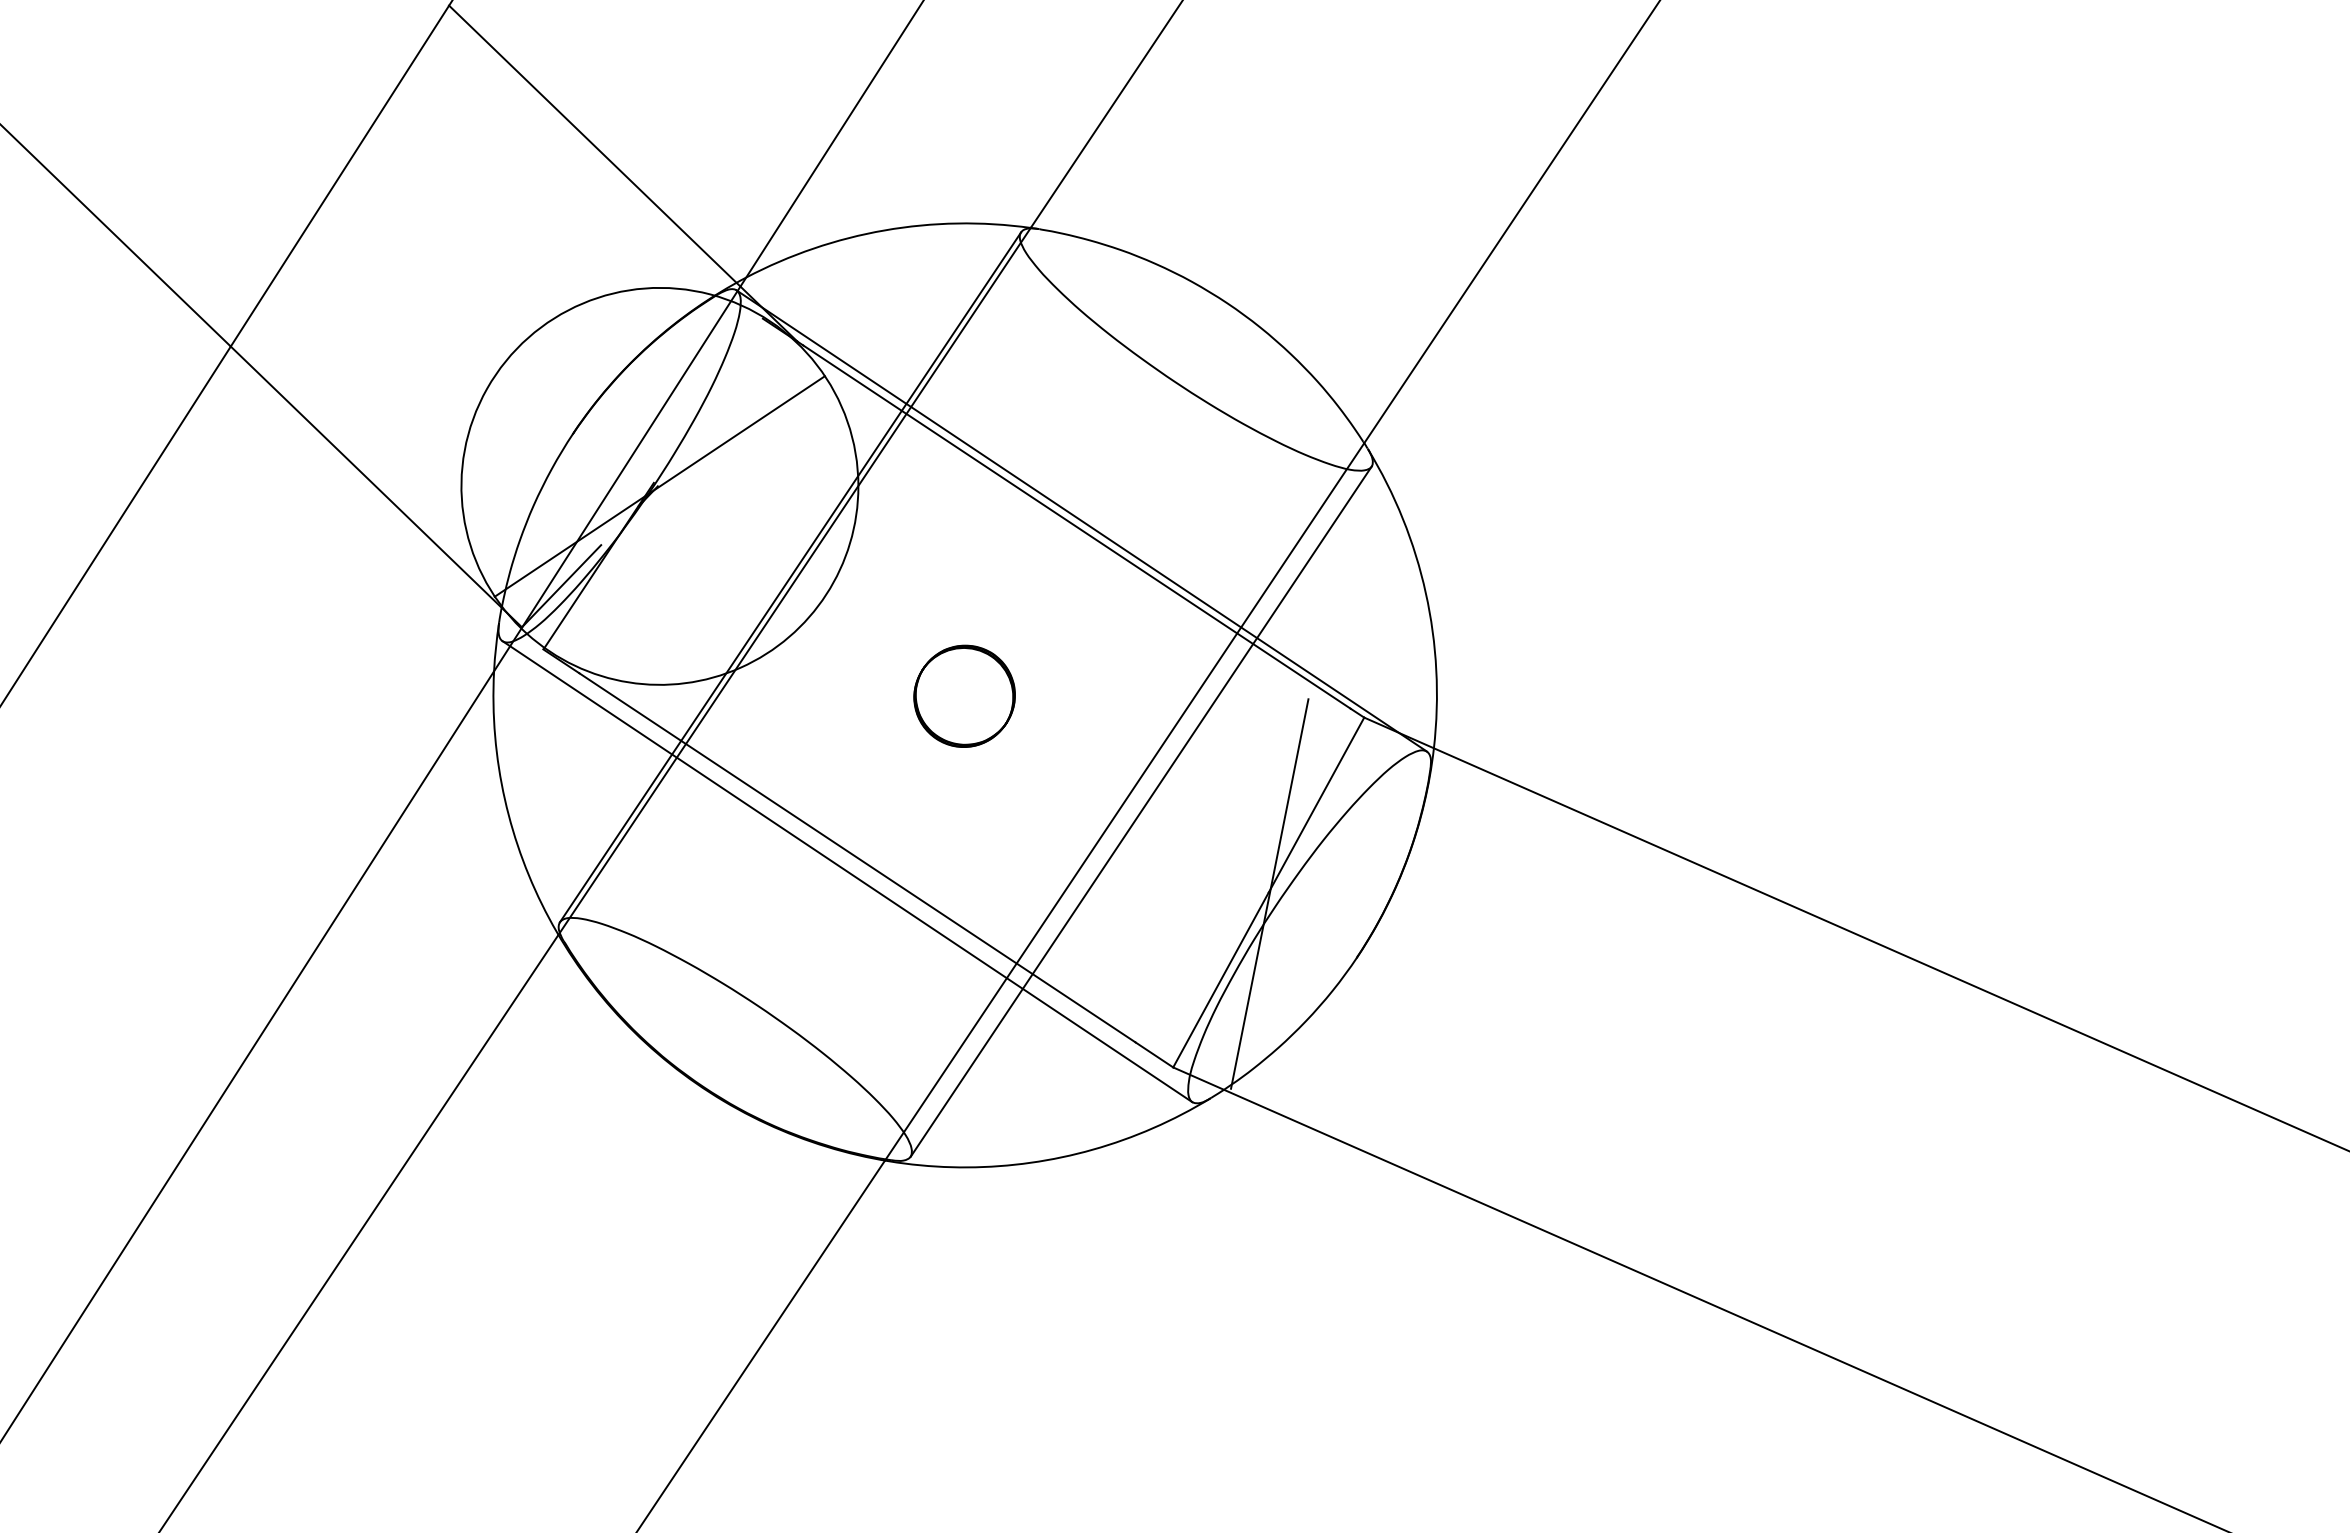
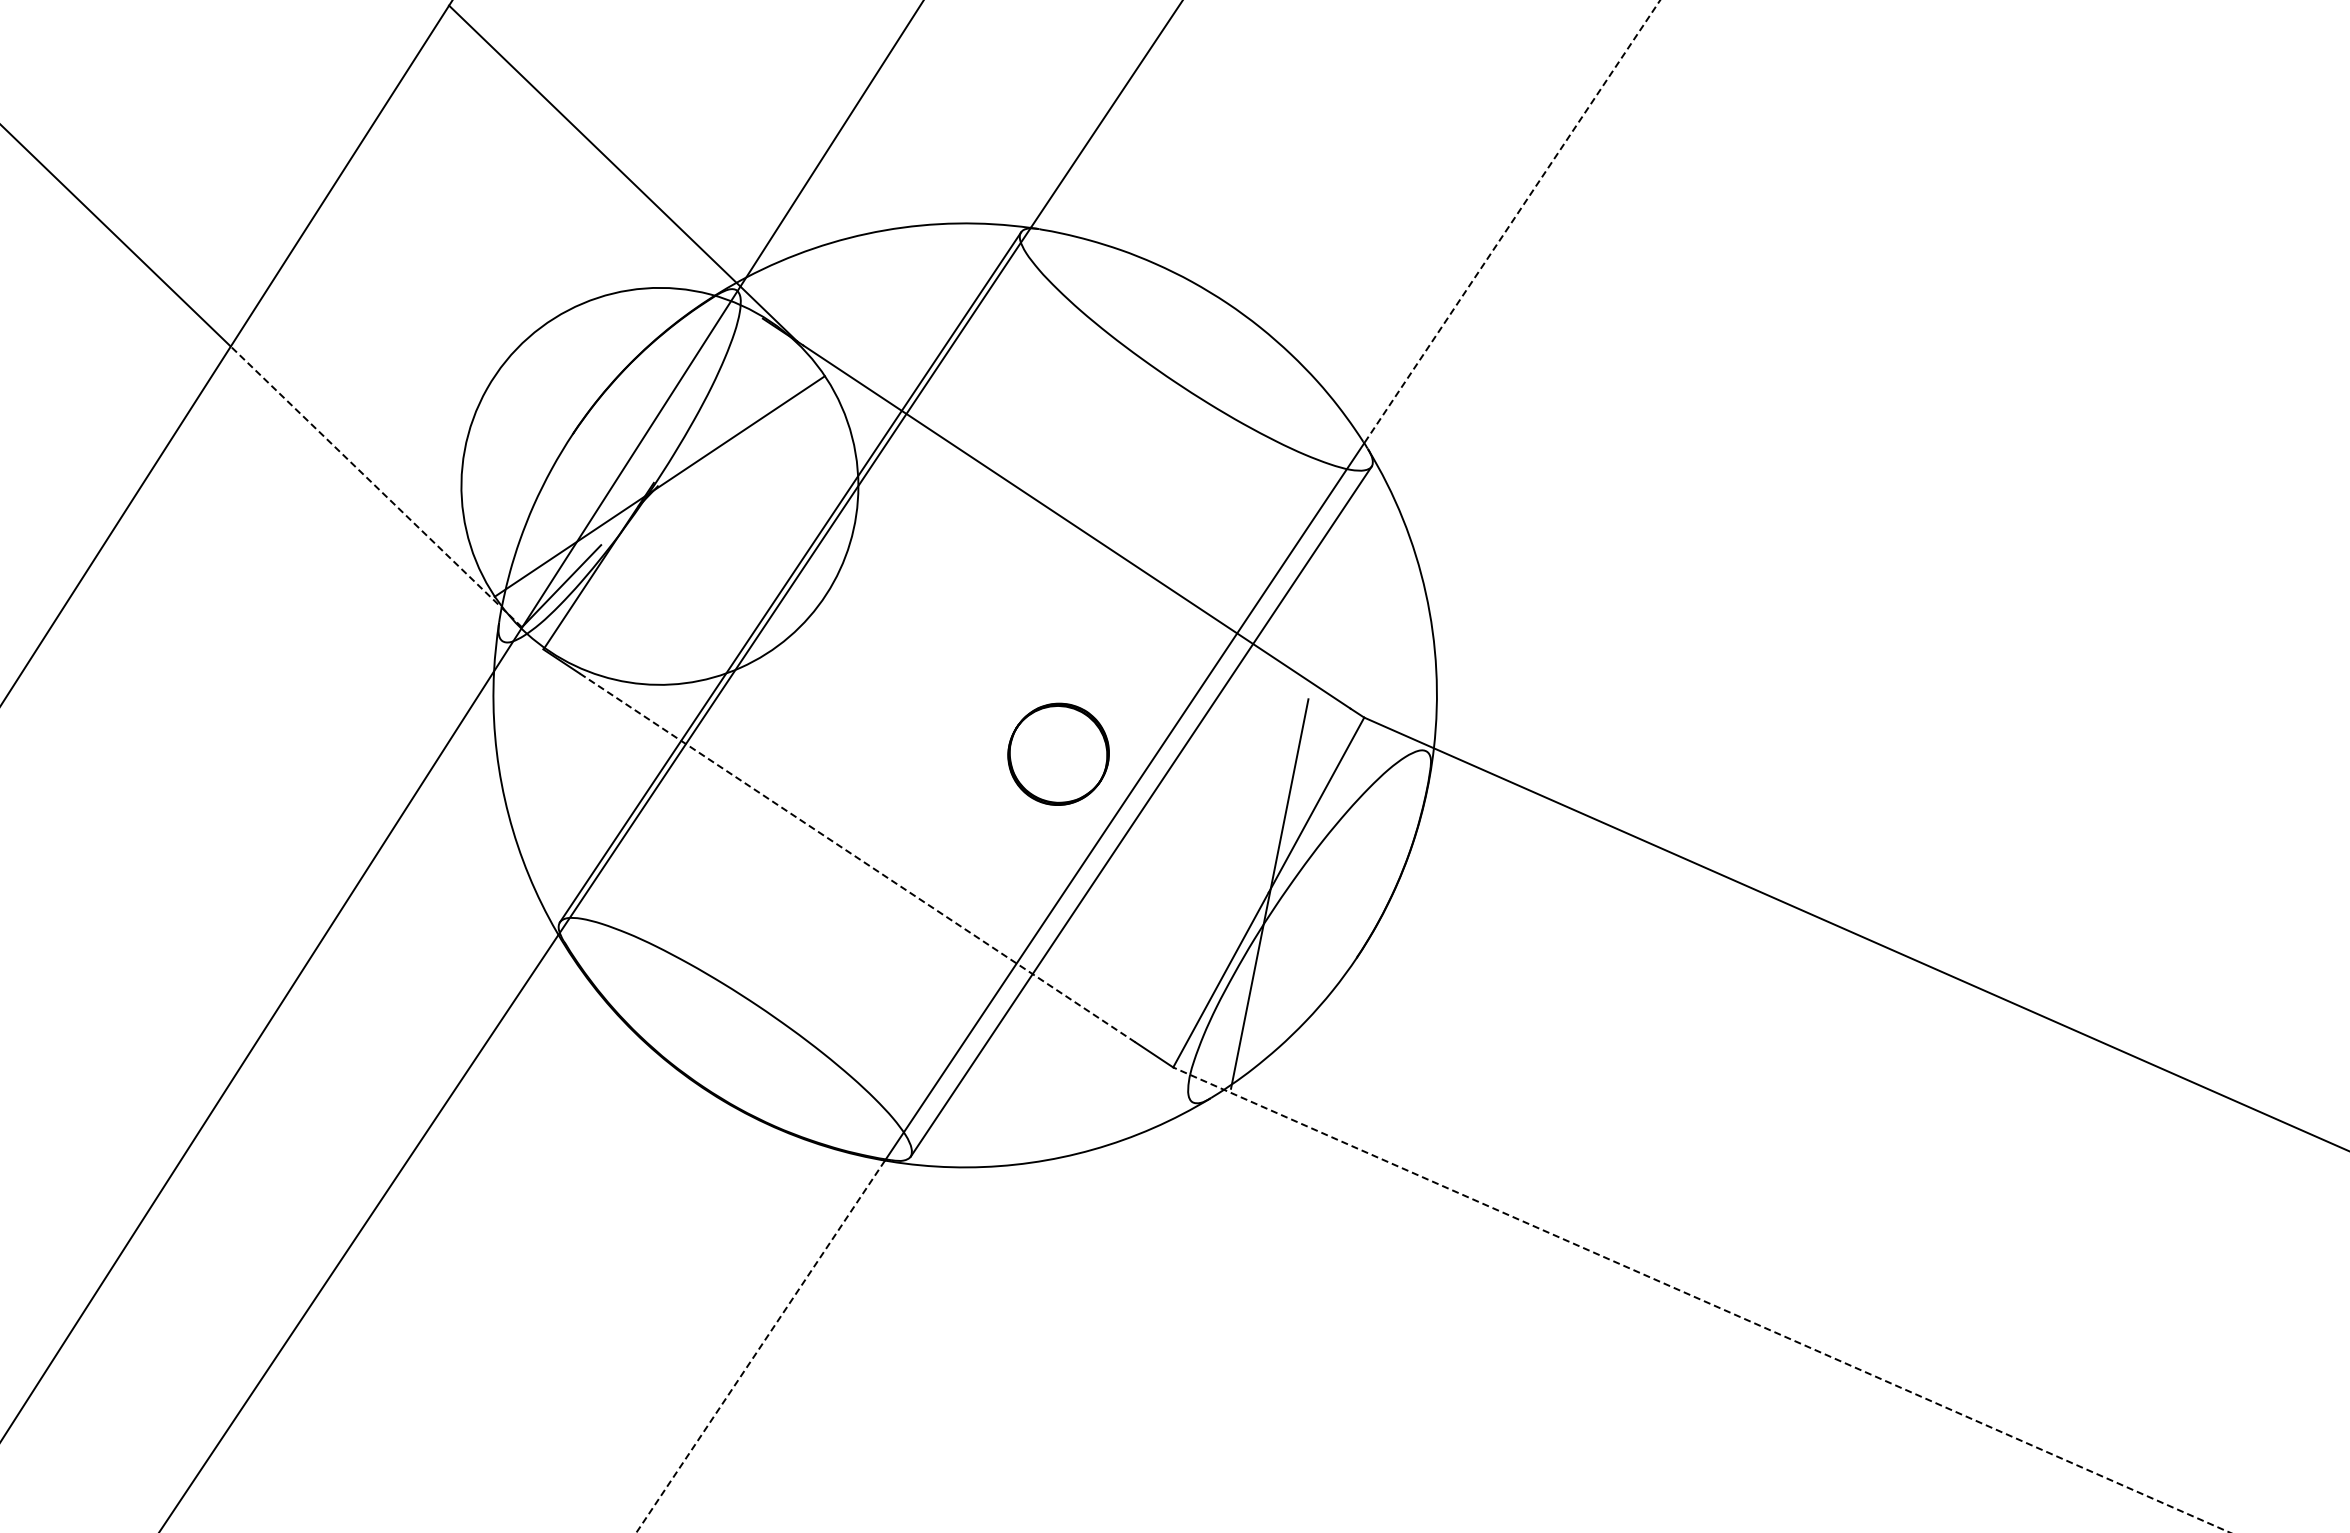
line at (1512, 222): solid -> dashed
line at (375, 486): solid -> dashed
line at (1081, 520): present -> none
part at (964, 695) position: (964, 695) -> (1058, 753)
line at (857, 857): solid -> dashed
line at (847, 871): present -> none
line at (1701, 1299): solid -> dashed
line at (760, 1346): solid -> dashed
